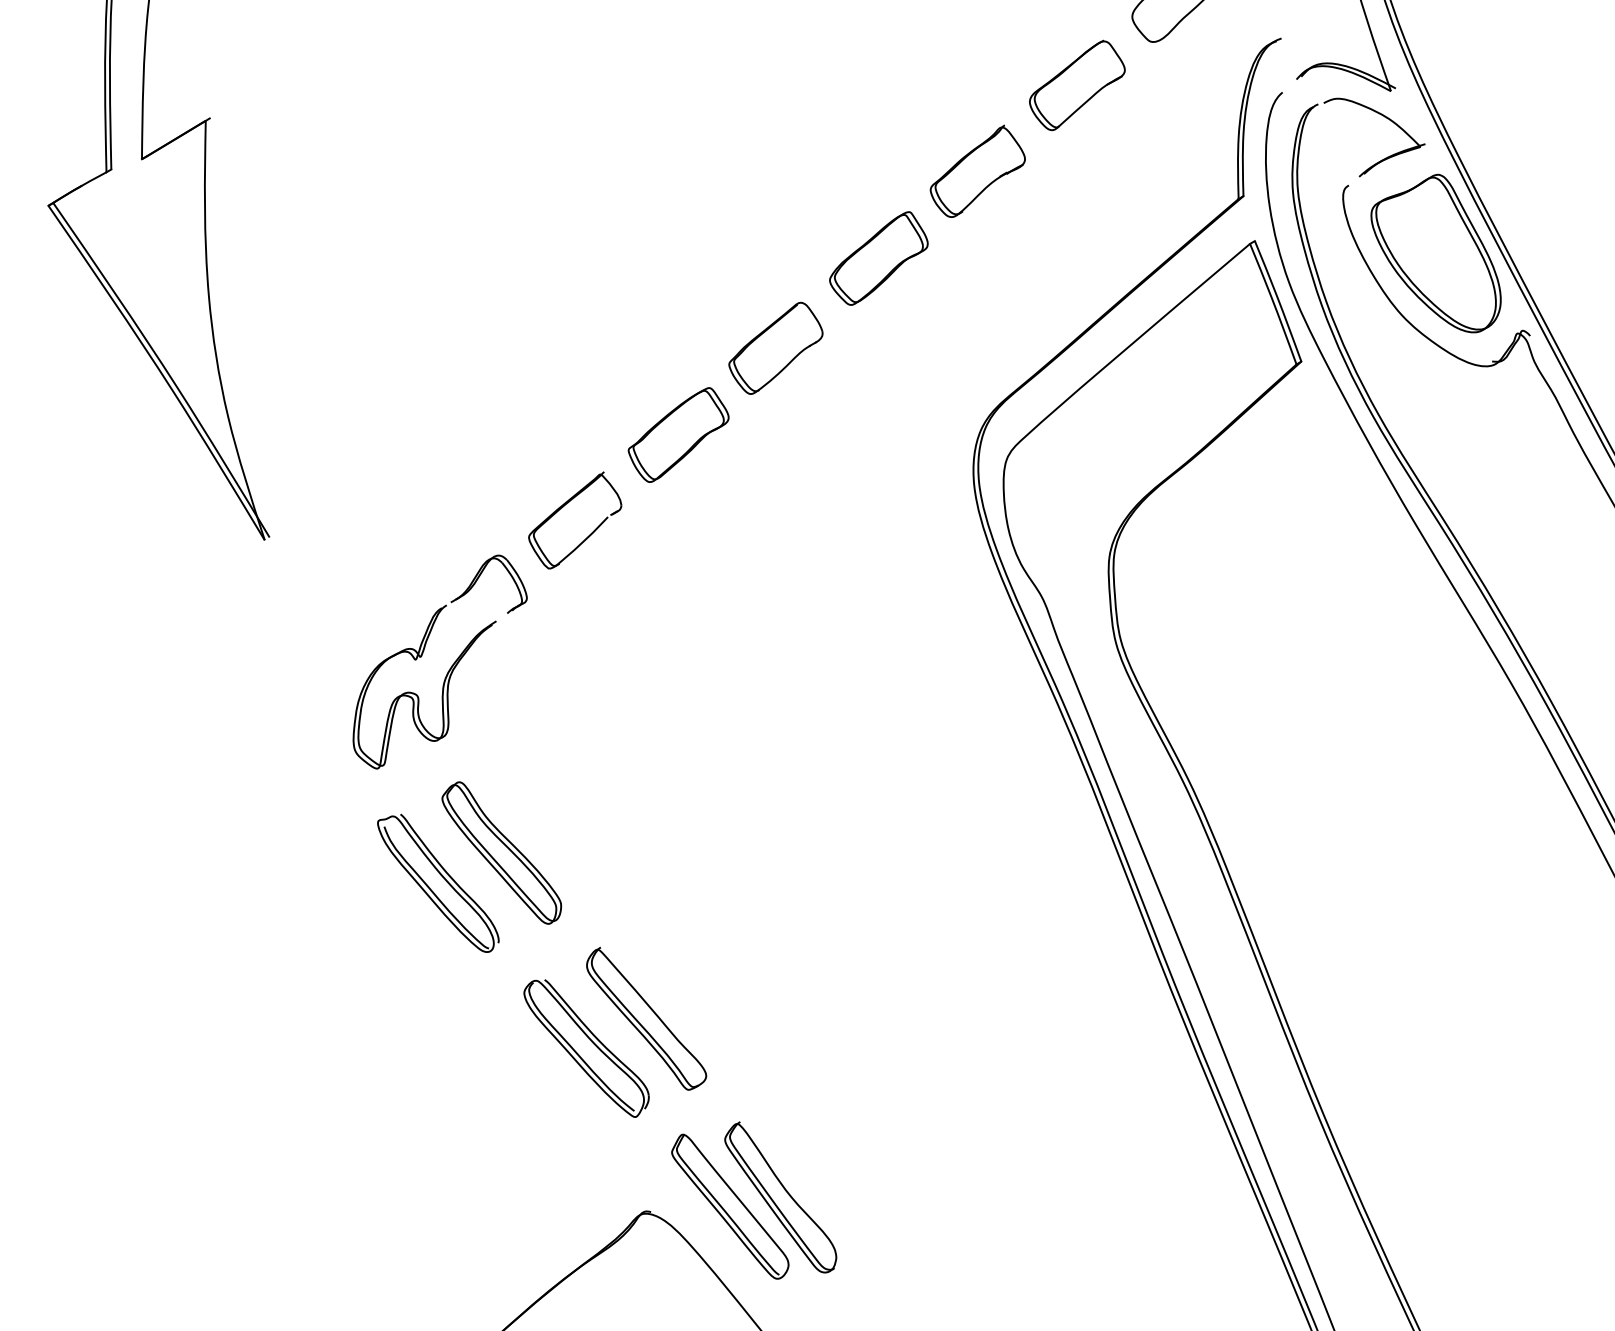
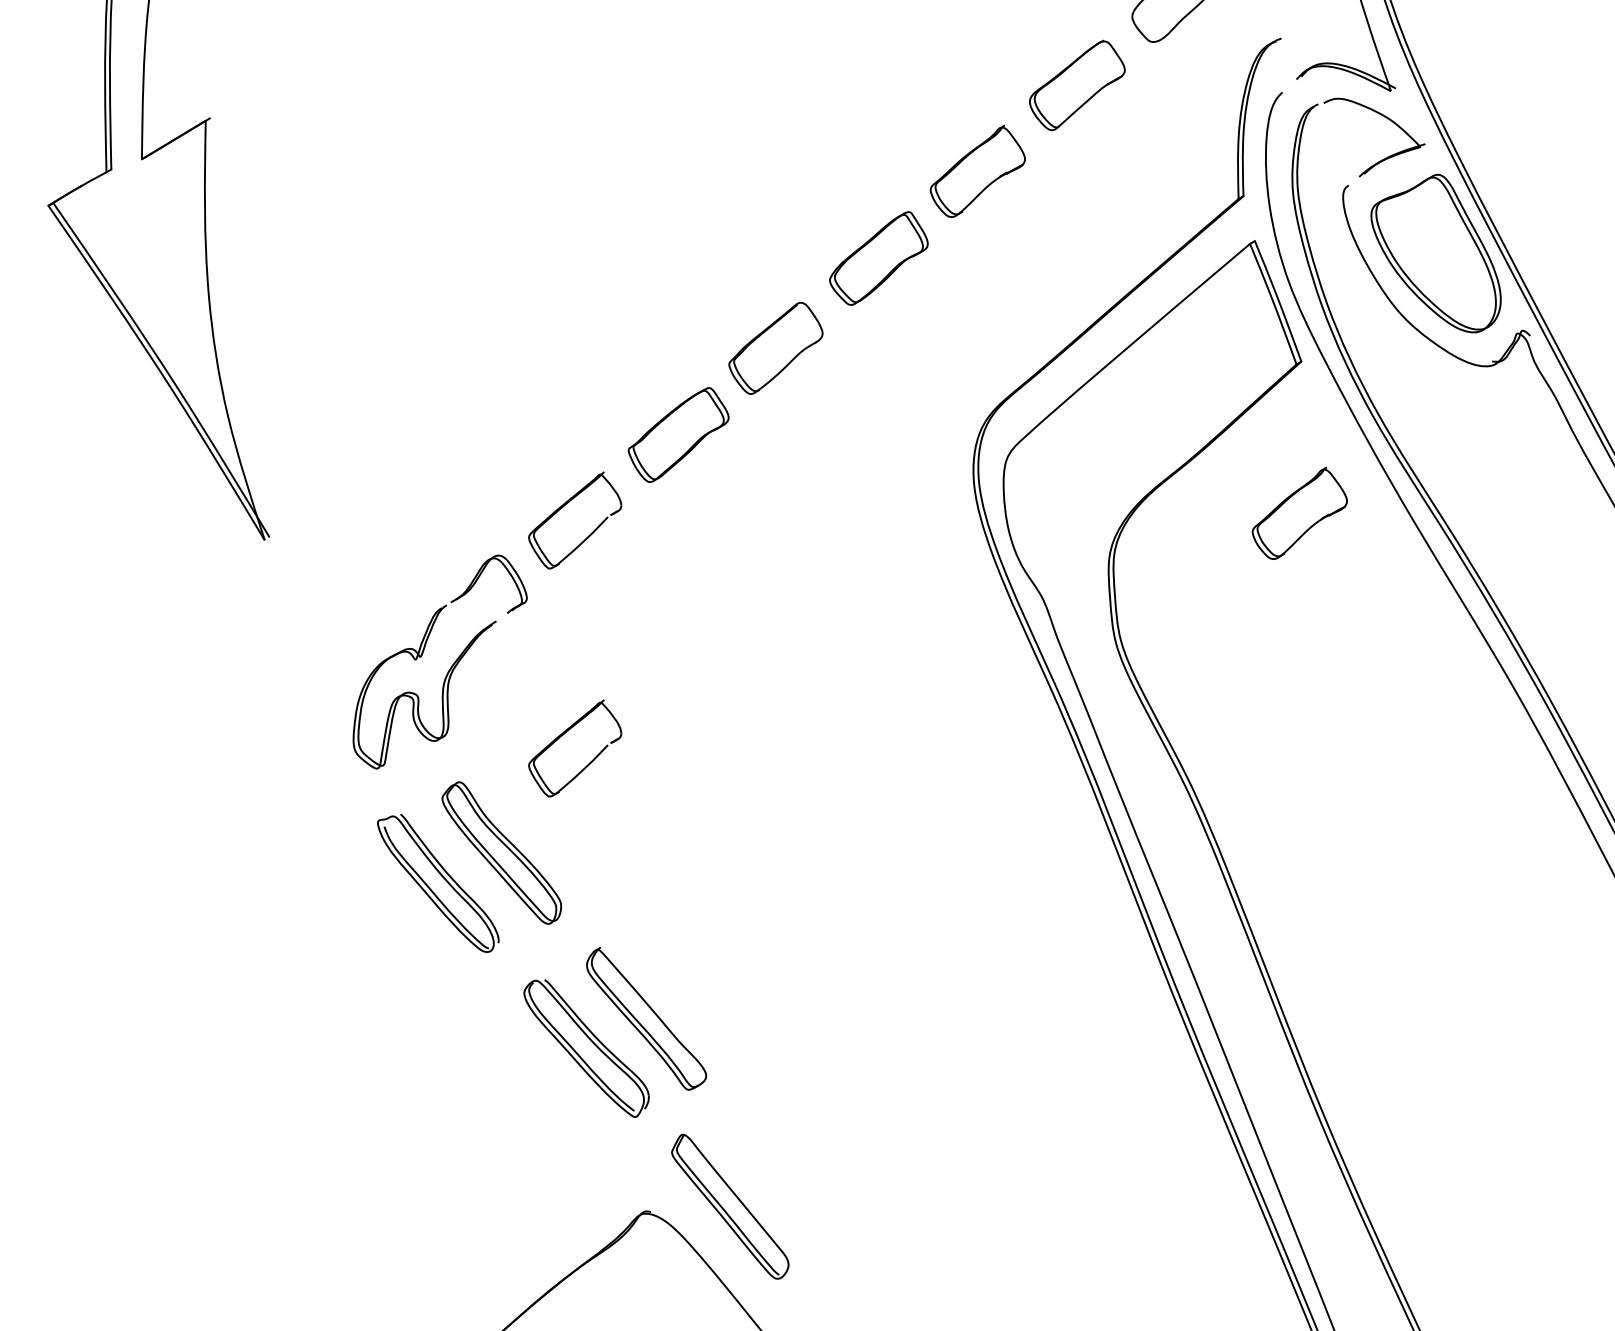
part at (1299, 512): none -> present
part at (563, 735): none -> present
part at (780, 1197): present -> none
